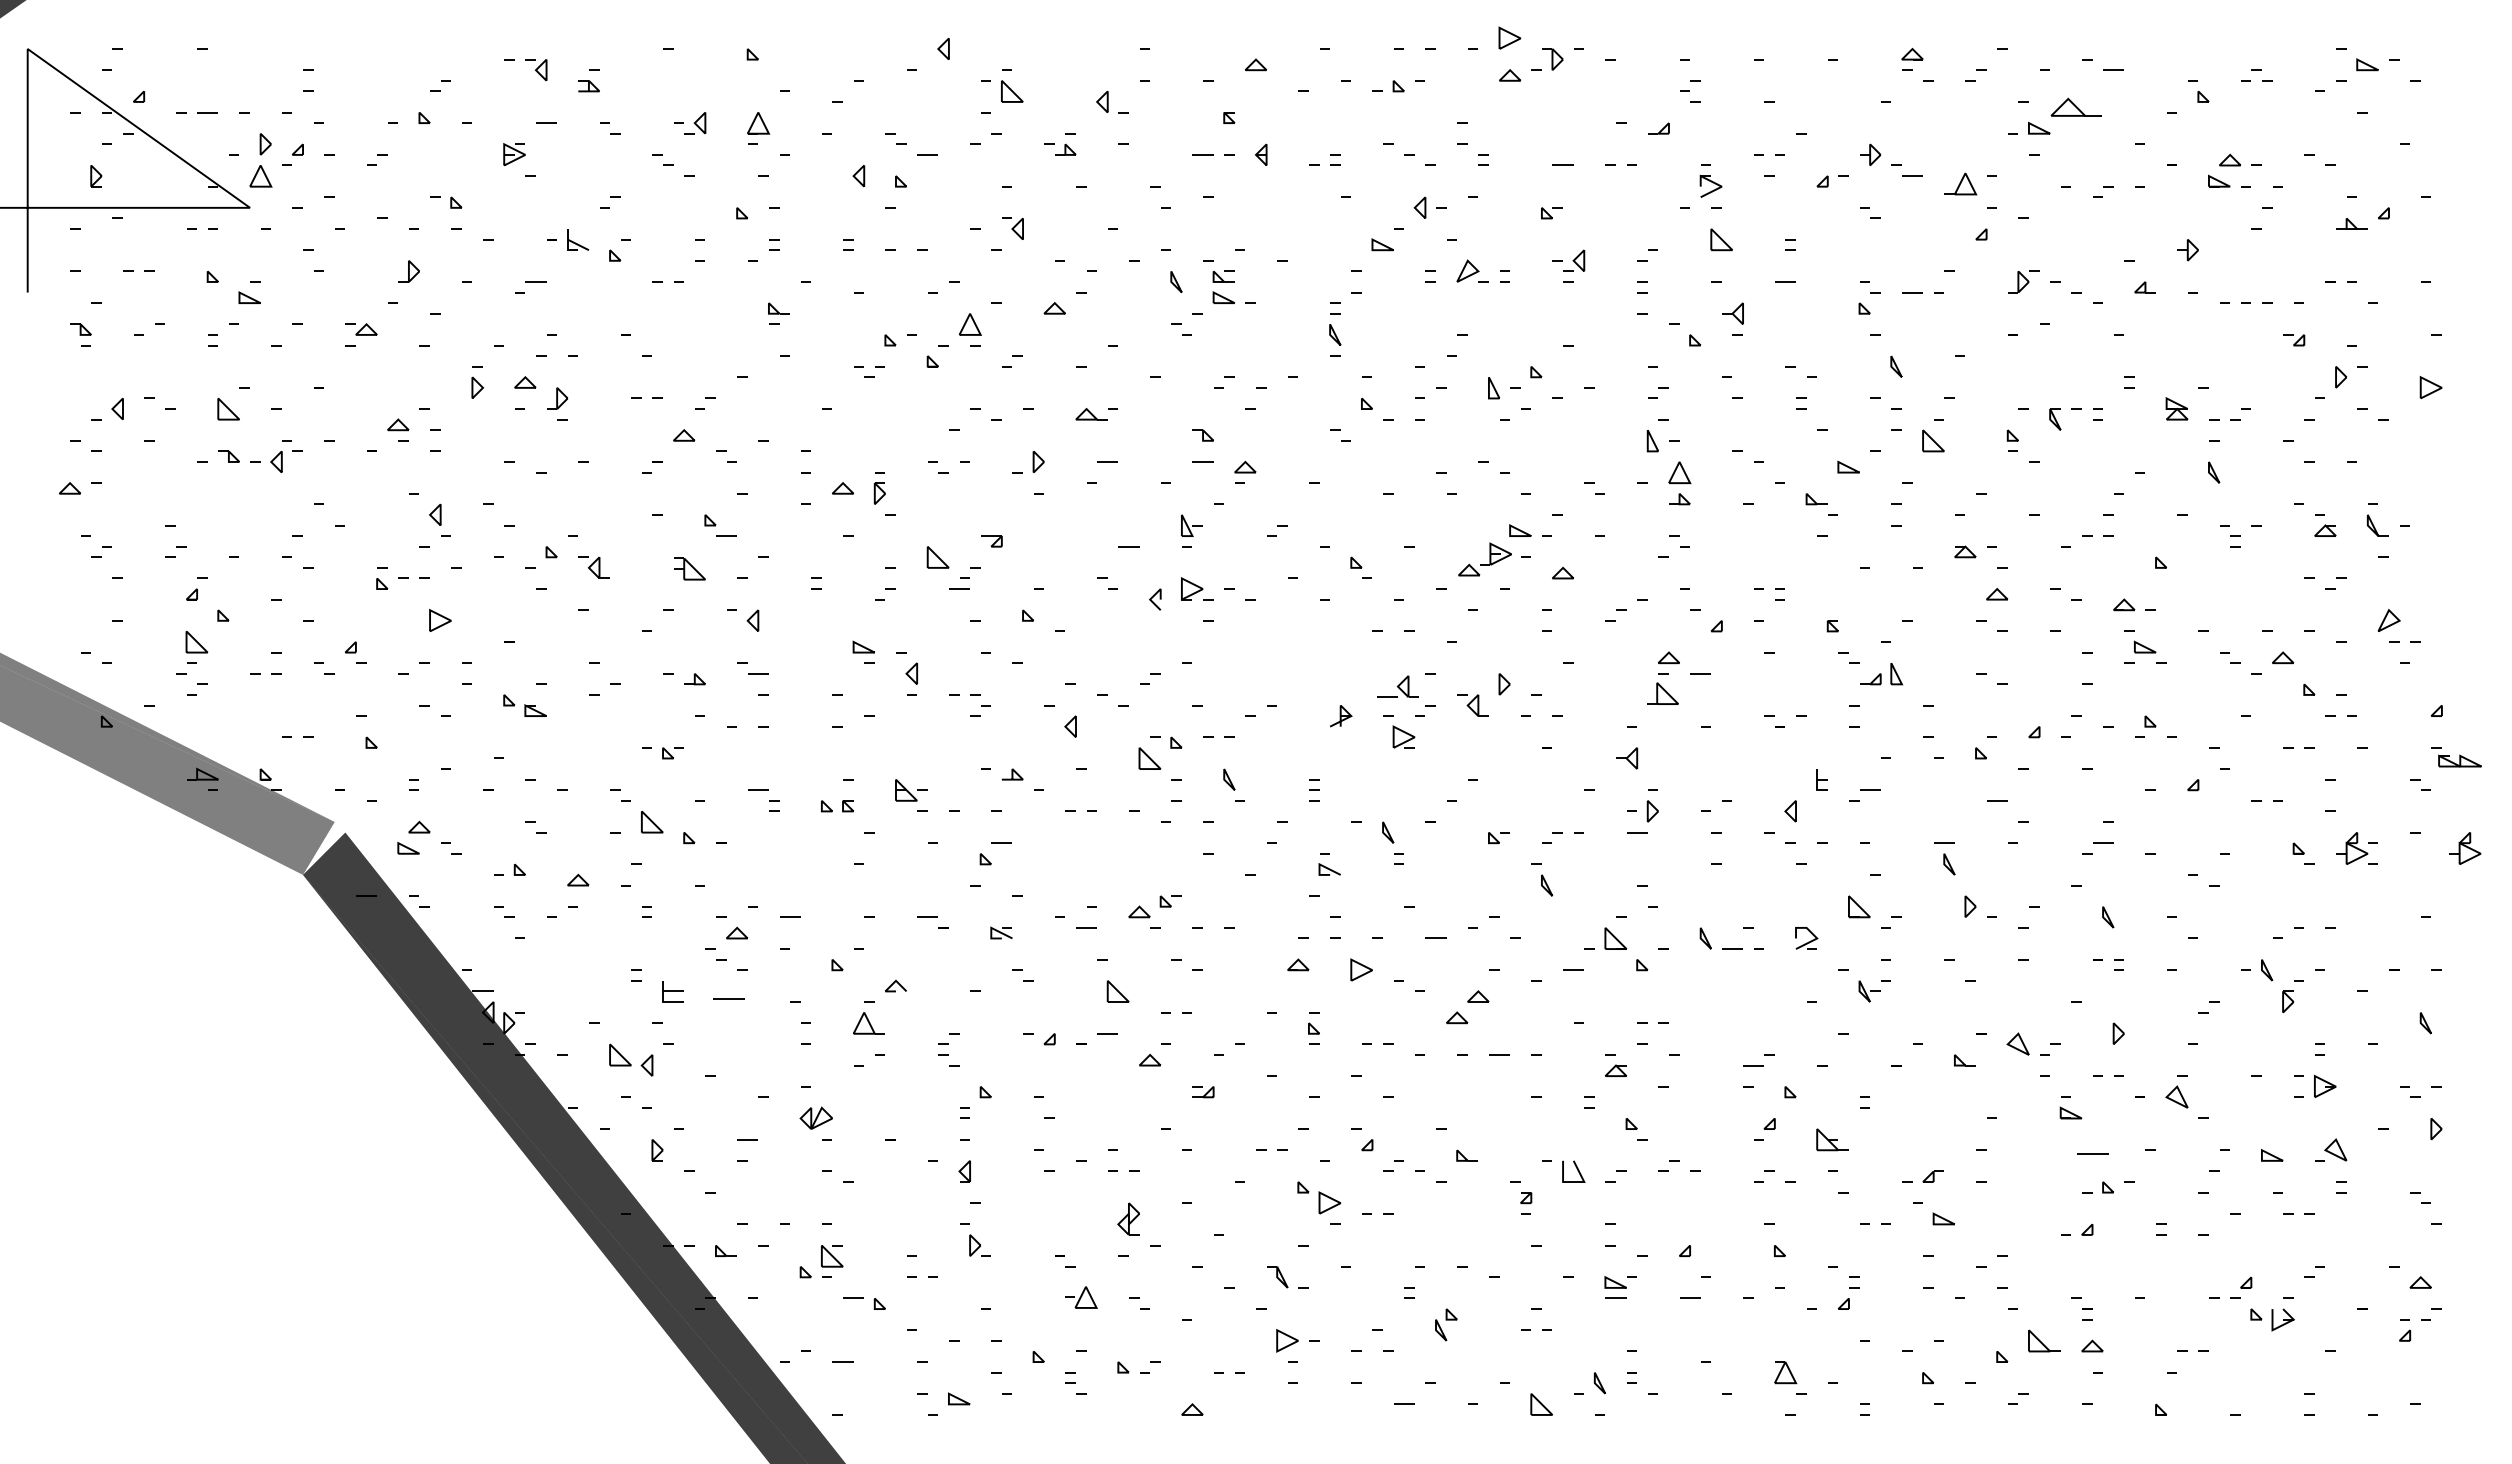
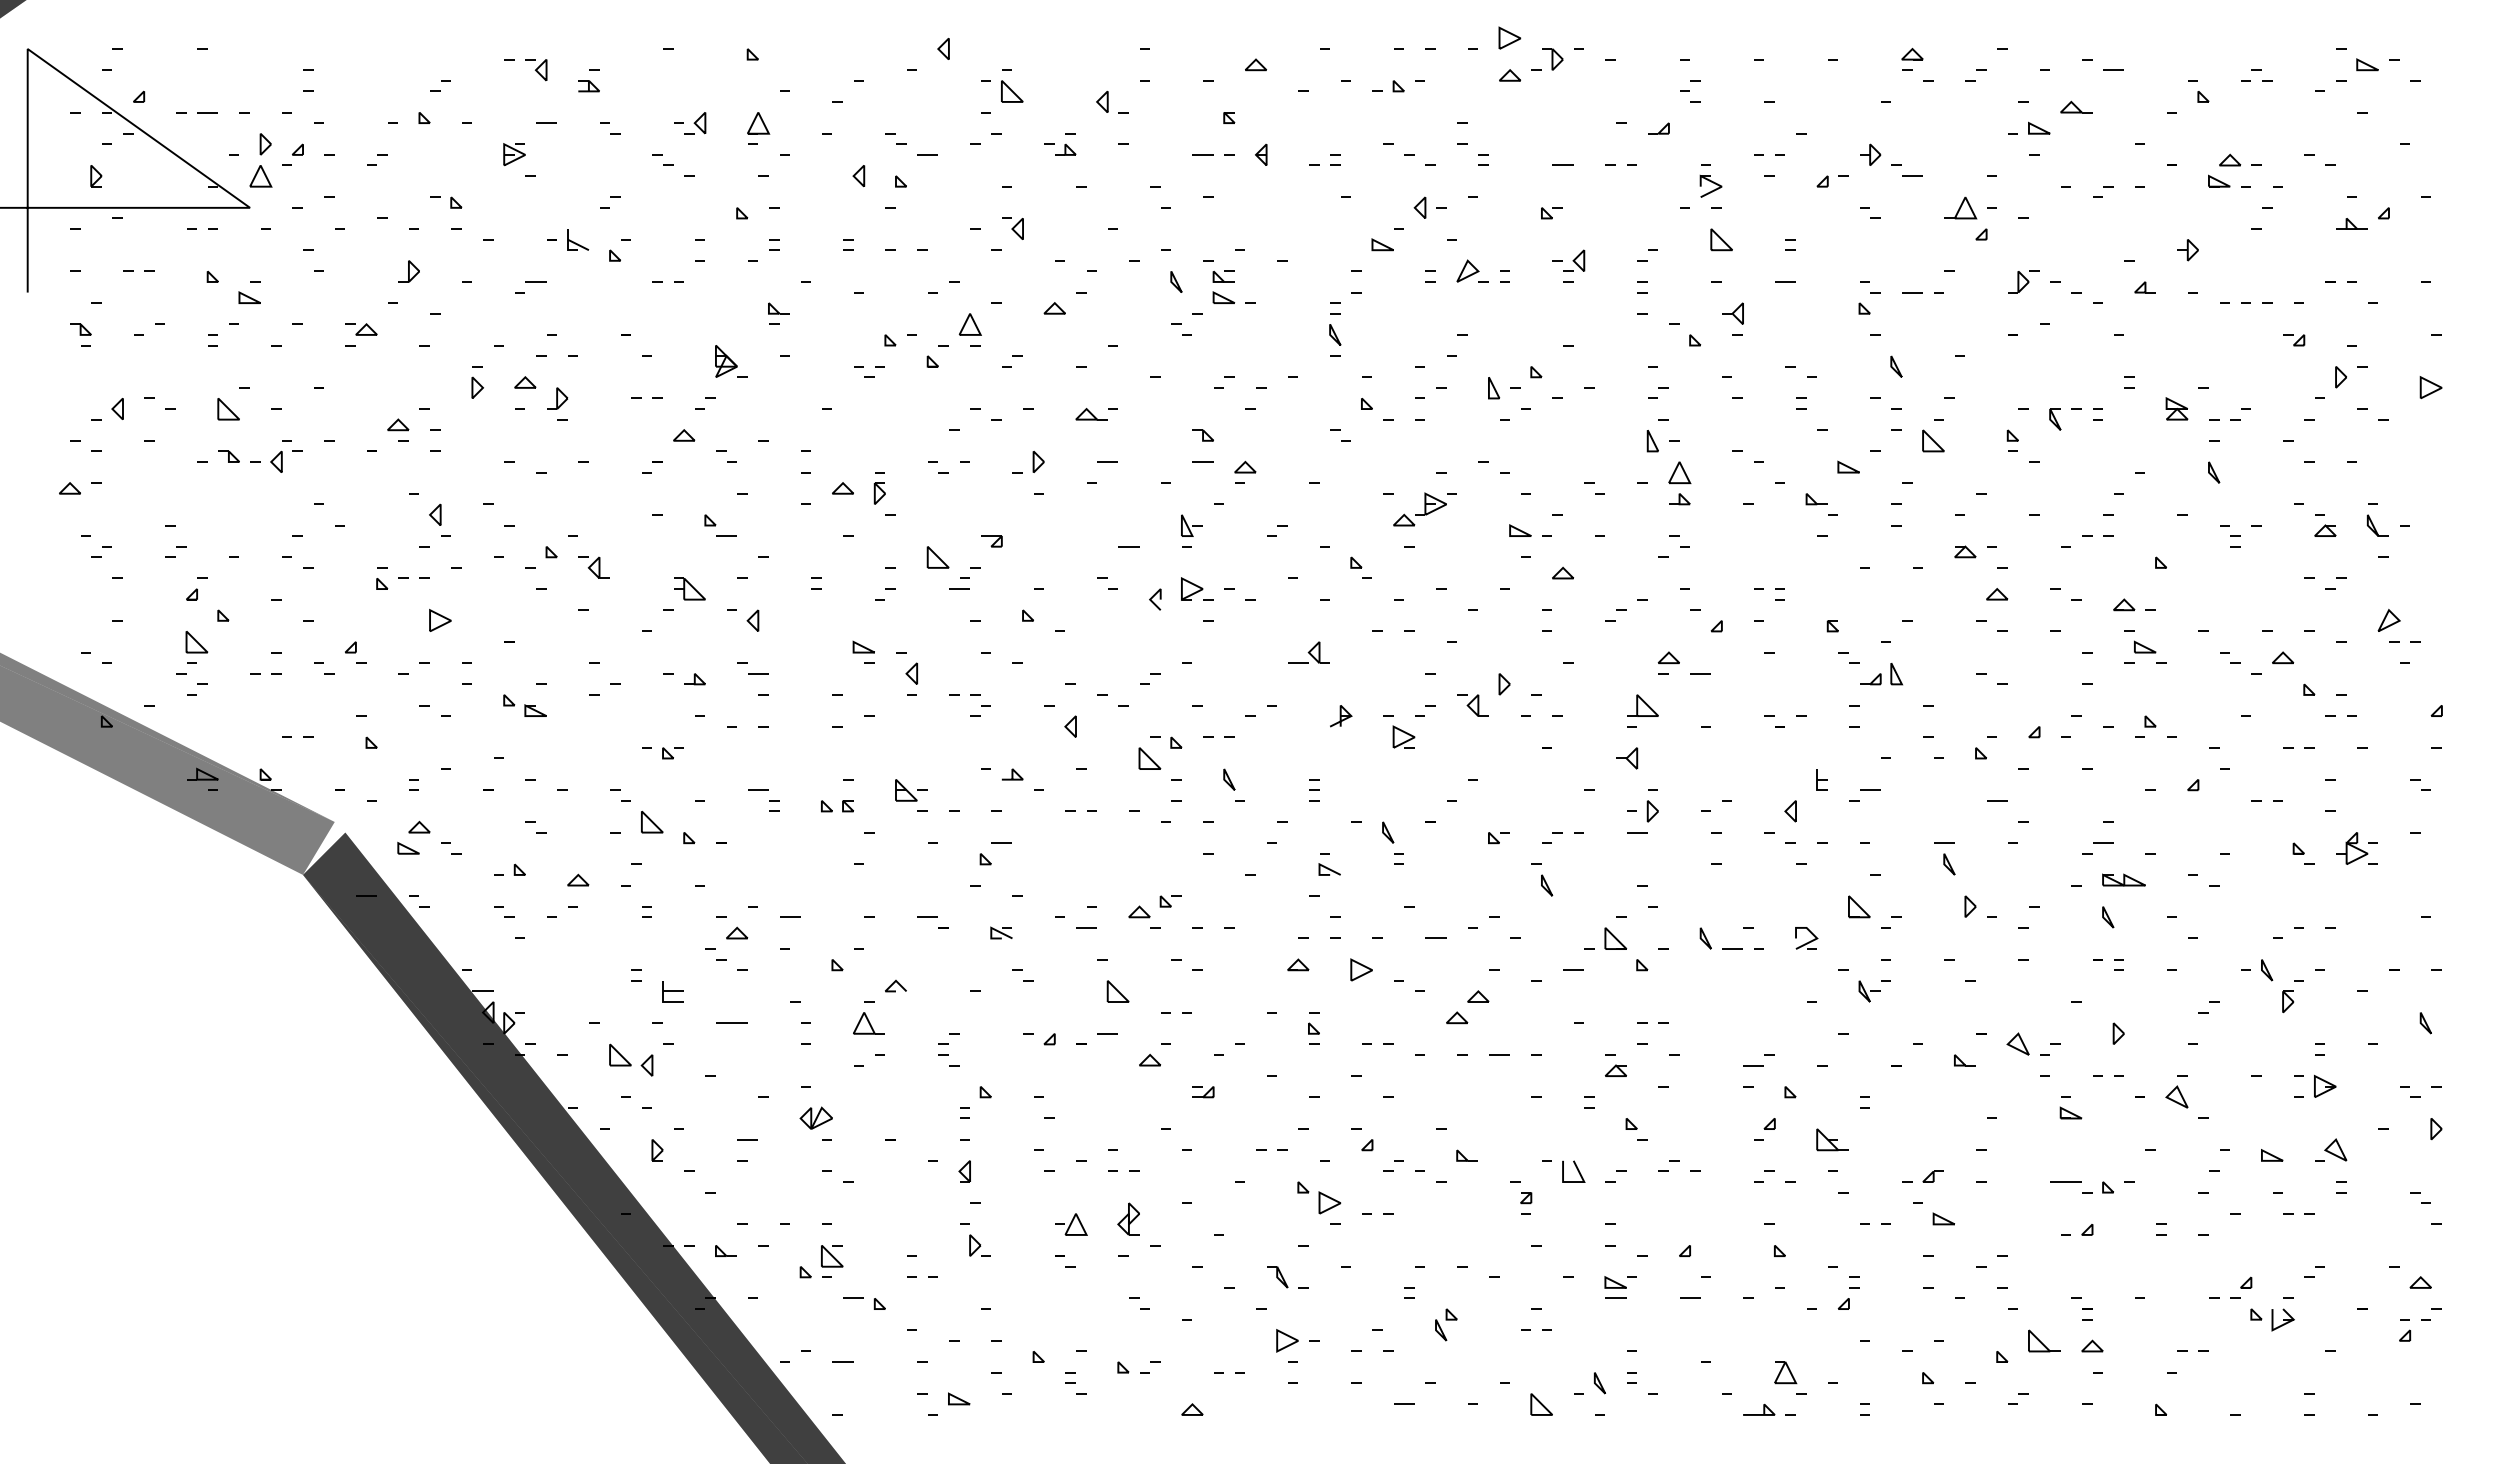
part at (2075, 106) size: 52x20 px -> 33x14 px
part at (1960, 183) position: (1960, 183) -> (1960, 207)
part at (726, 361): none -> present
part at (1484, 559) position: (1484, 559) -> (1419, 509)
part at (689, 568) position: (689, 568) -> (689, 588)
part at (1397, 686) position: (1397, 686) -> (1308, 652)
part at (1662, 693) position: (1662, 693) -> (1642, 705)
part at (2459, 760) position: (2459, 760) -> (2123, 879)
part at (2465, 848): present -> none
line at (728, 998) position: (728, 998) -> (731, 1022)
line at (2092, 1153) position: (2092, 1153) -> (2065, 1181)
part at (1081, 1297) position: (1081, 1297) -> (1071, 1224)
line at (1763, 1409): none -> present
